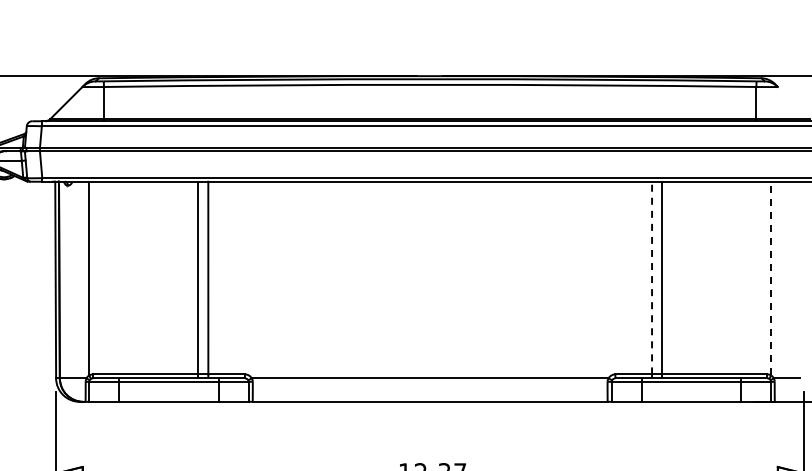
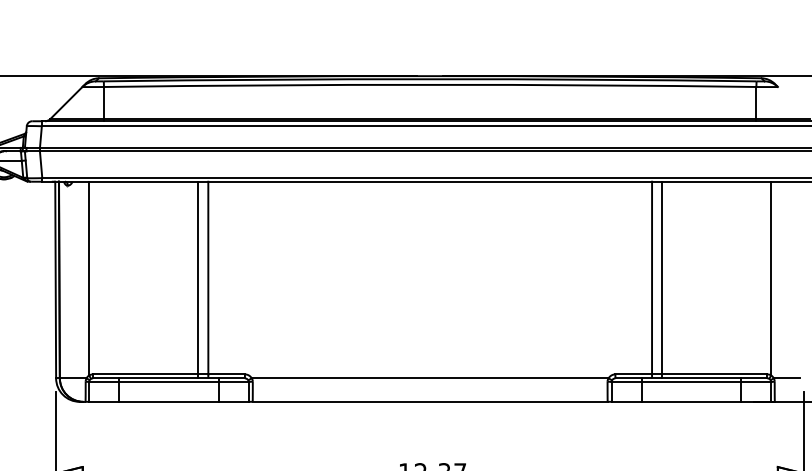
line at (652, 277): dashed -> solid
line at (771, 278): dashed -> solid
